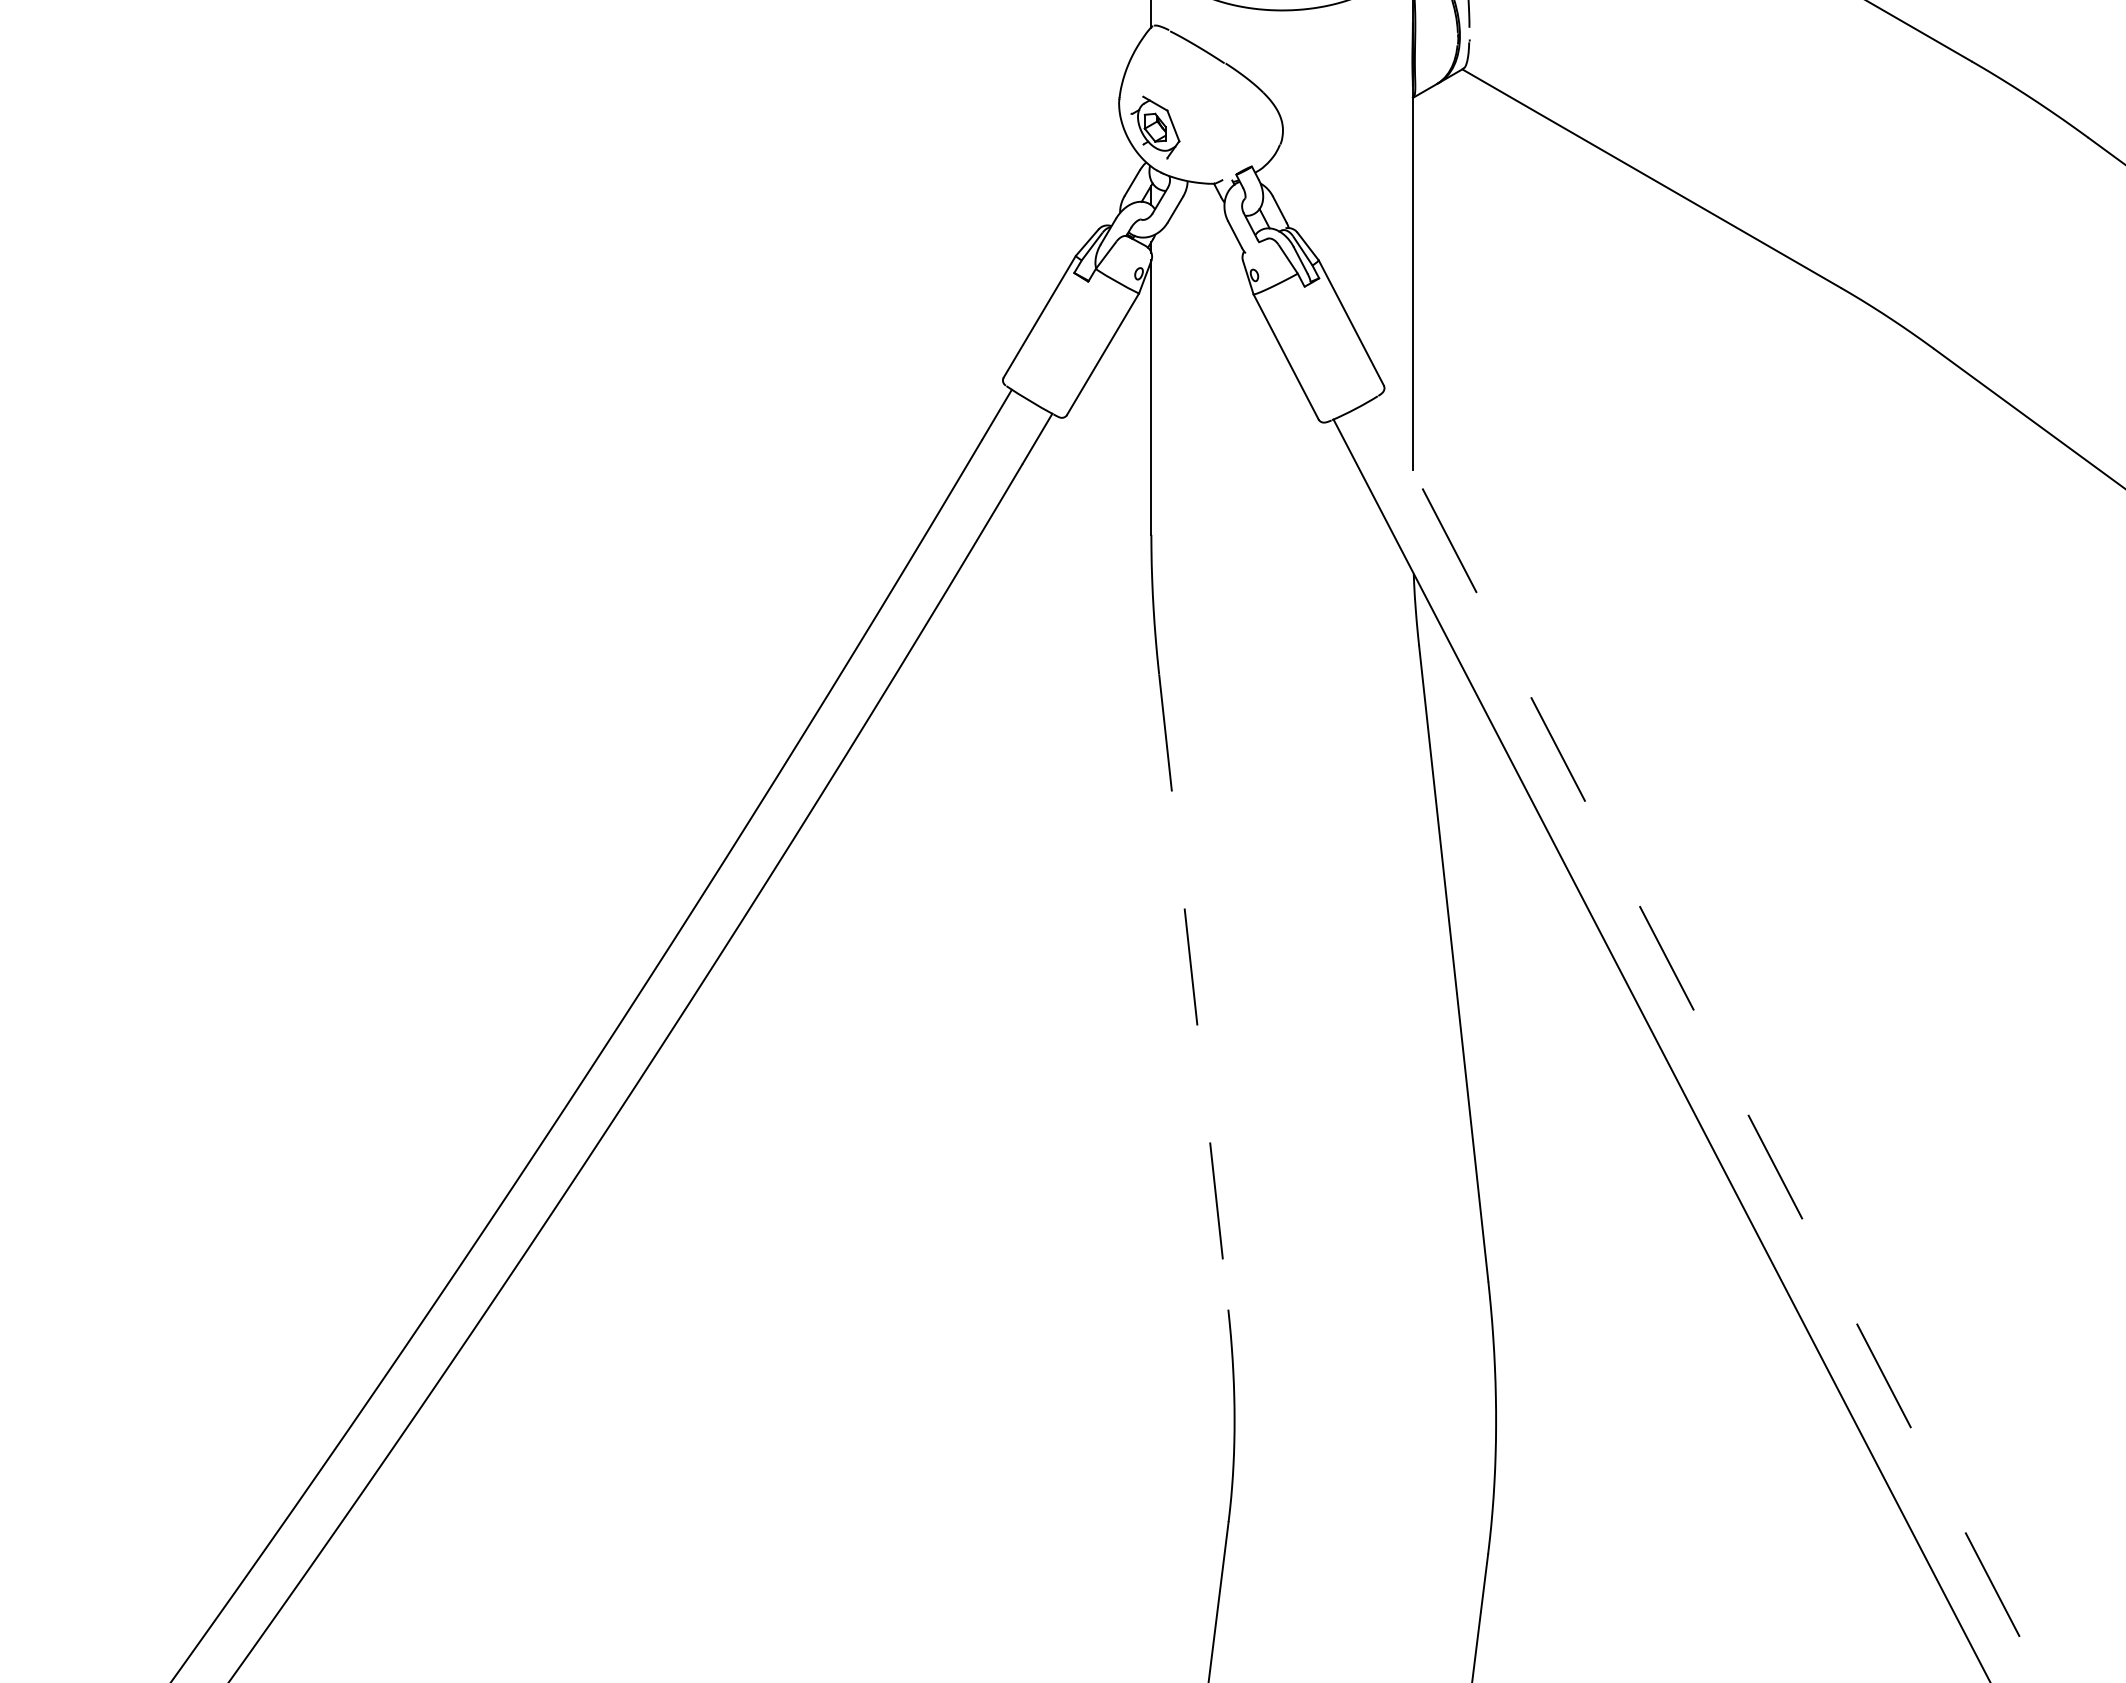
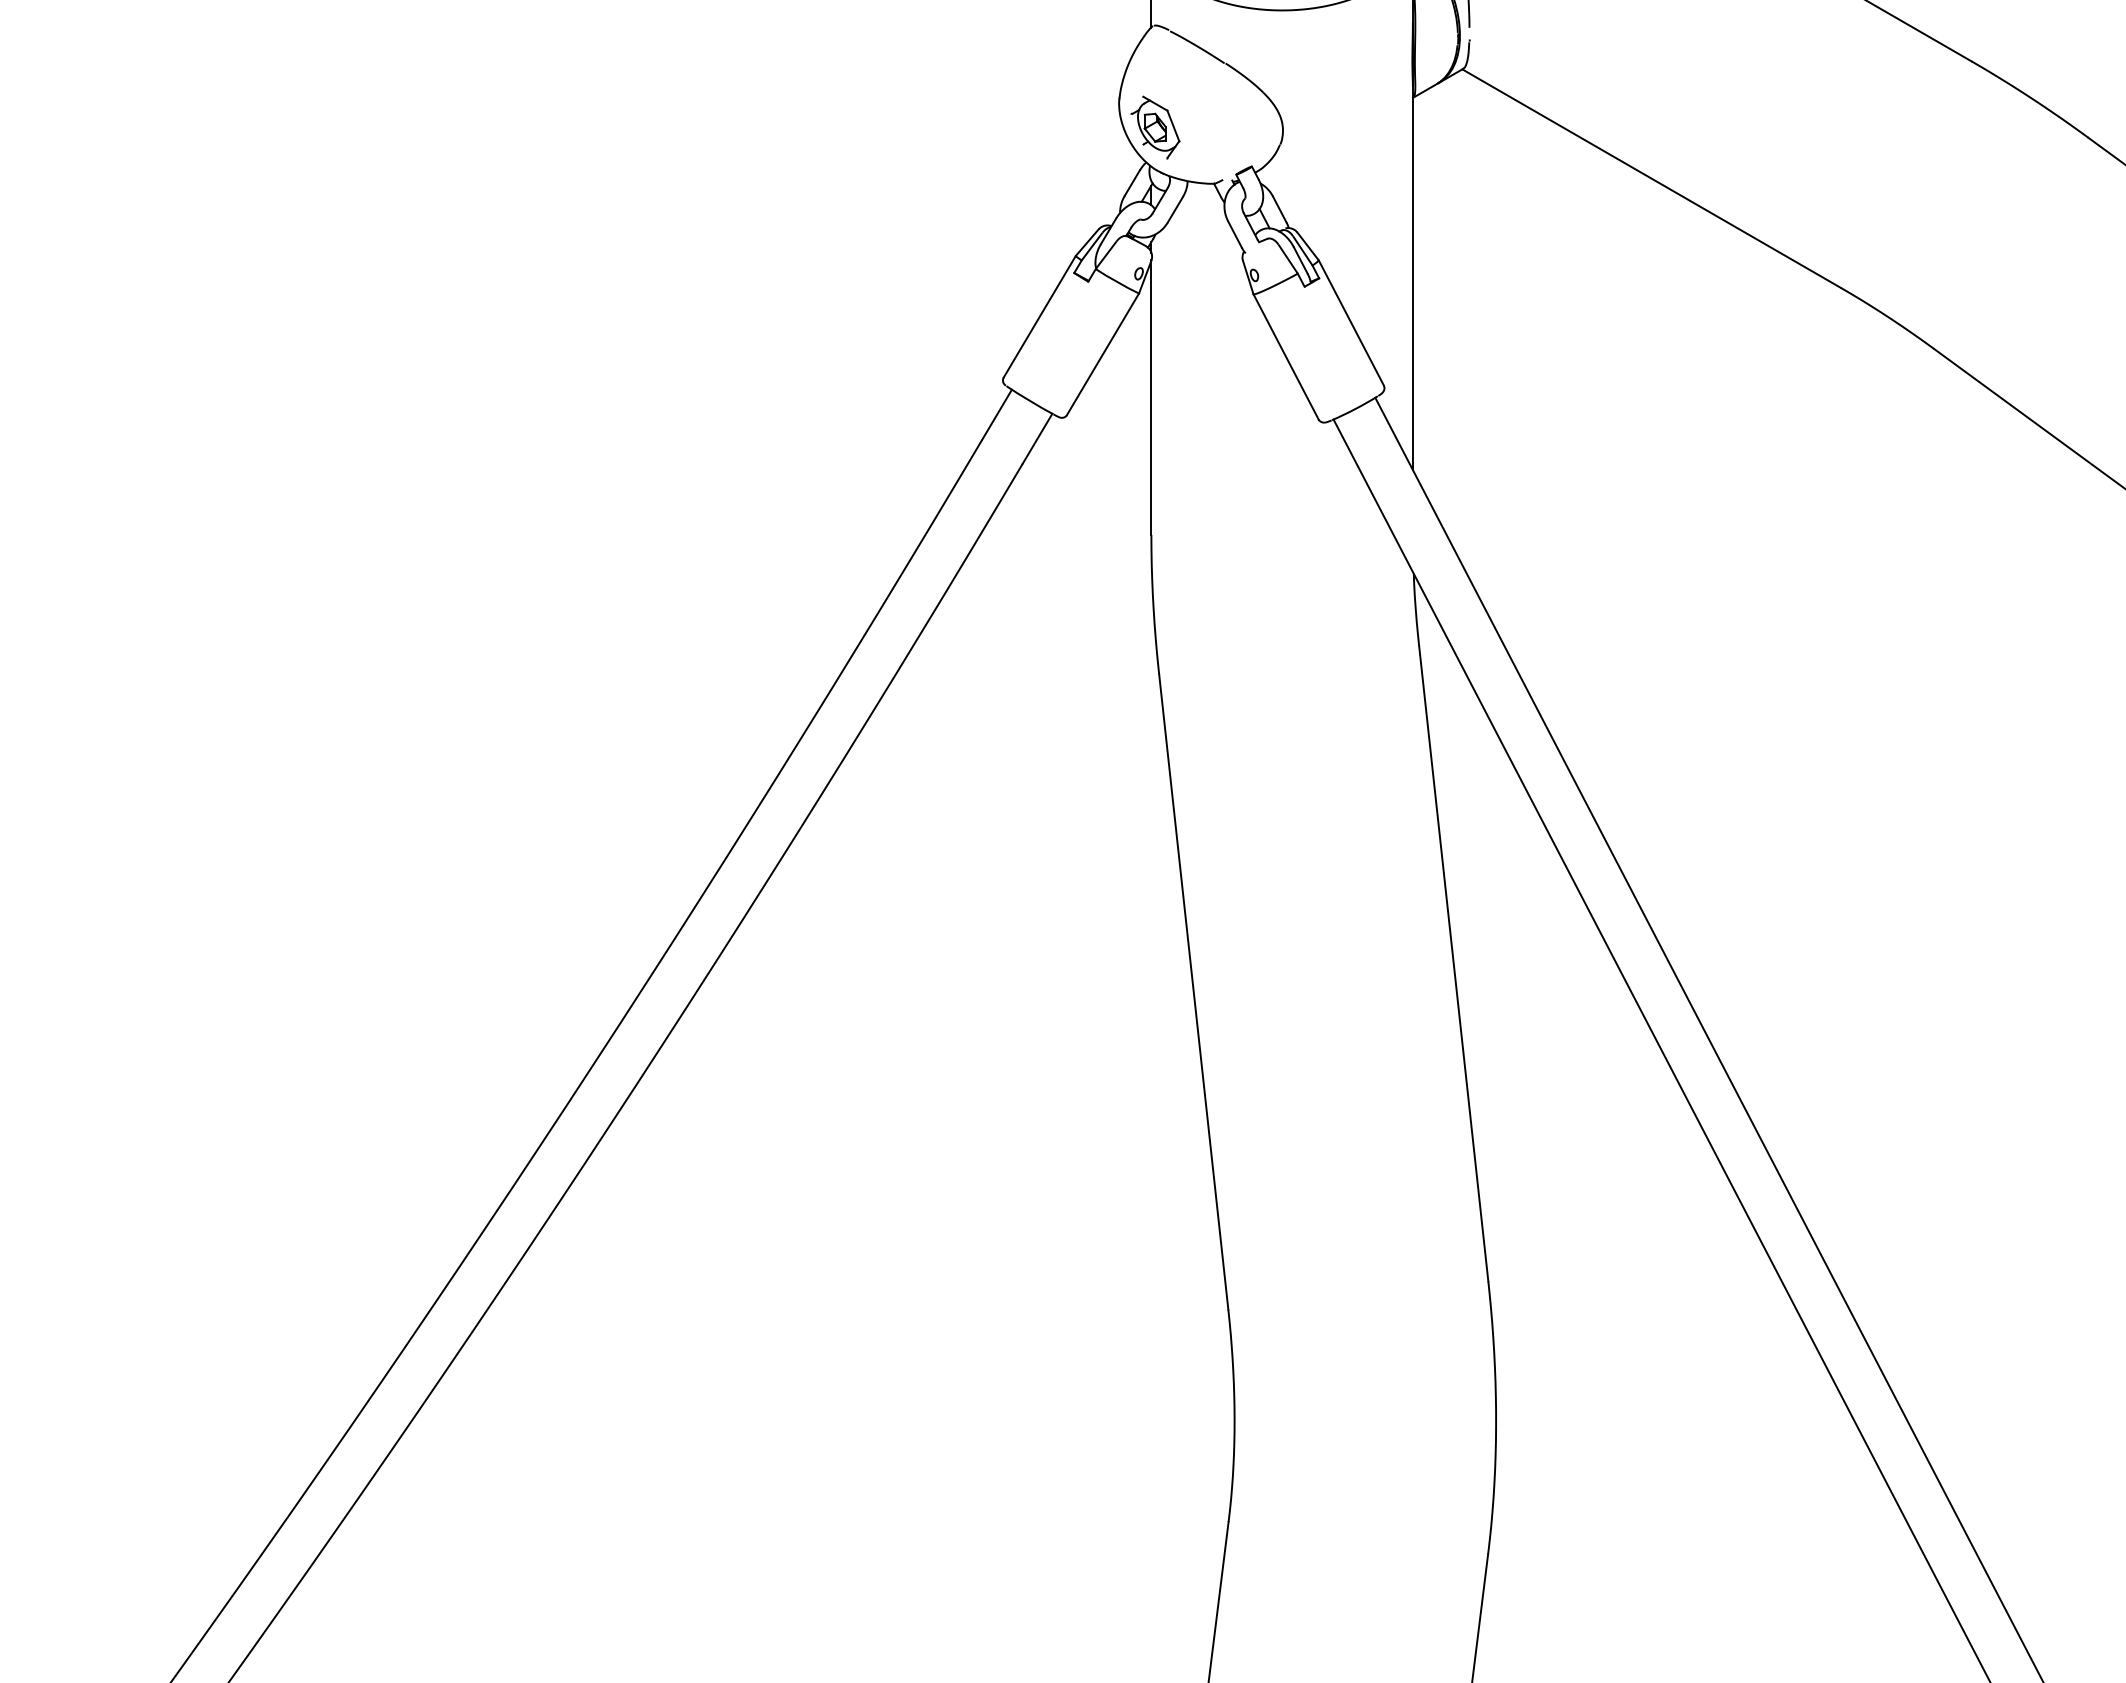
line at (1193, 992): dashed -> solid
line at (1709, 1040): dashed -> solid
